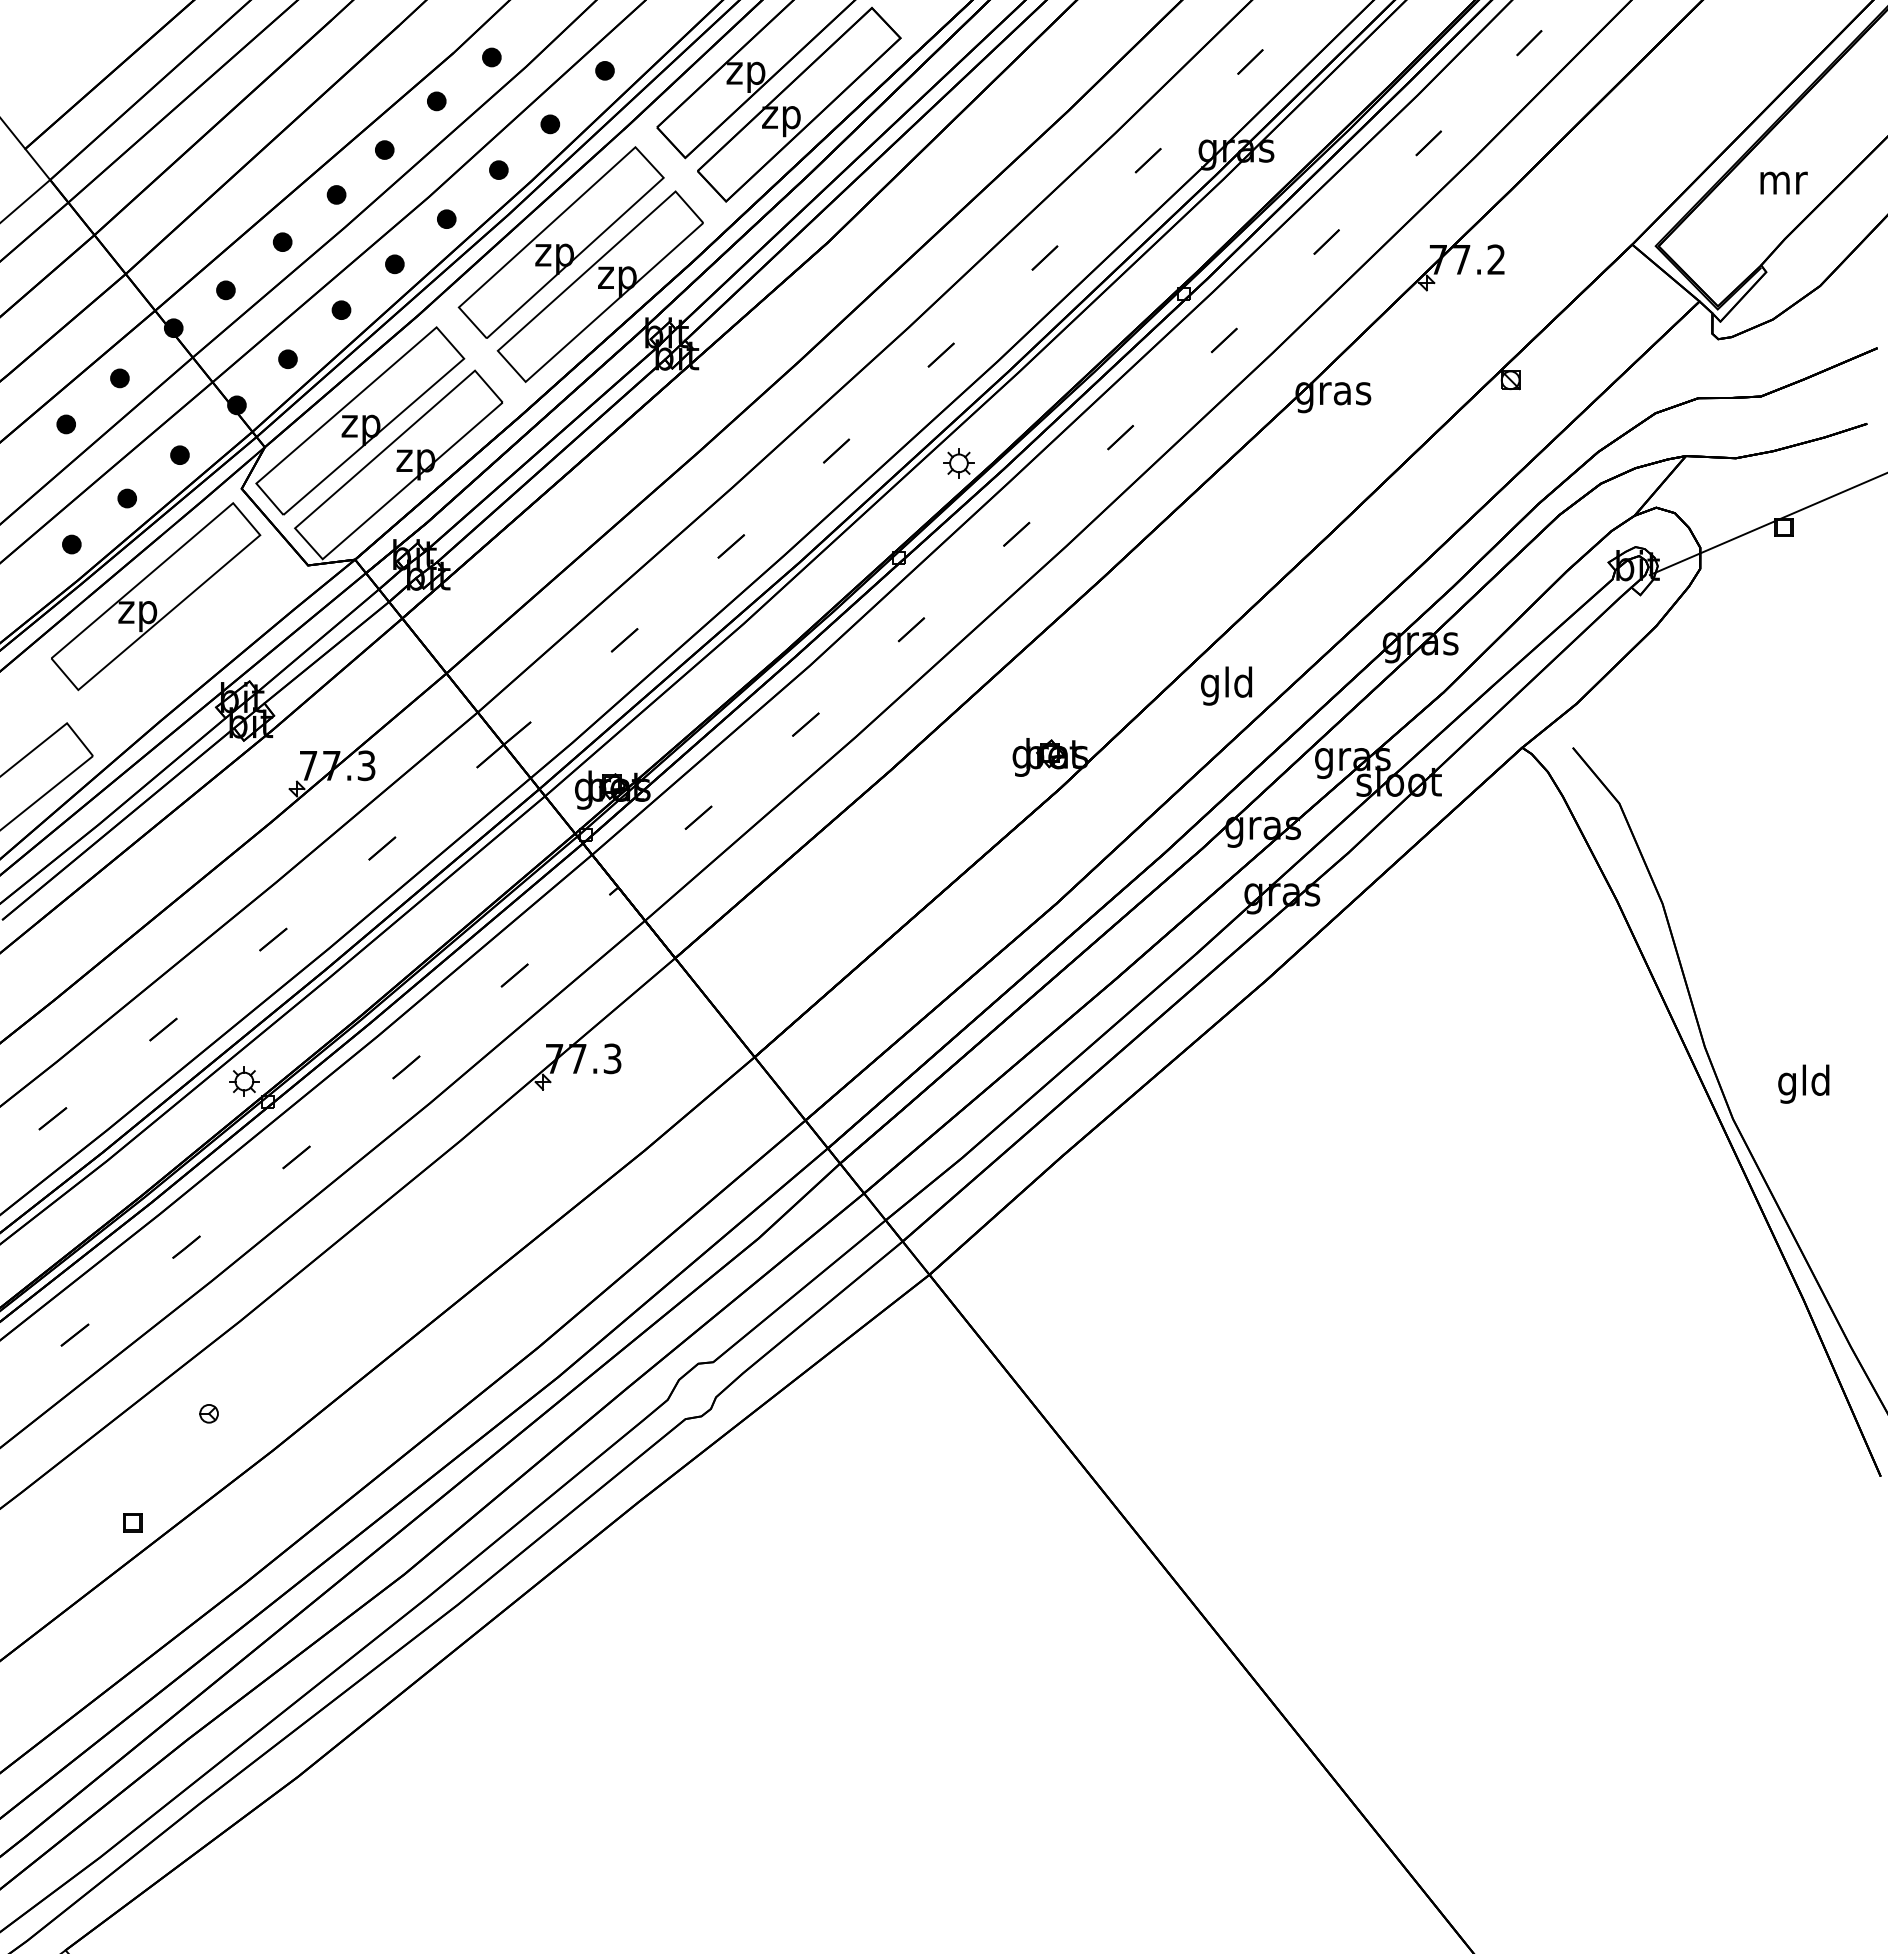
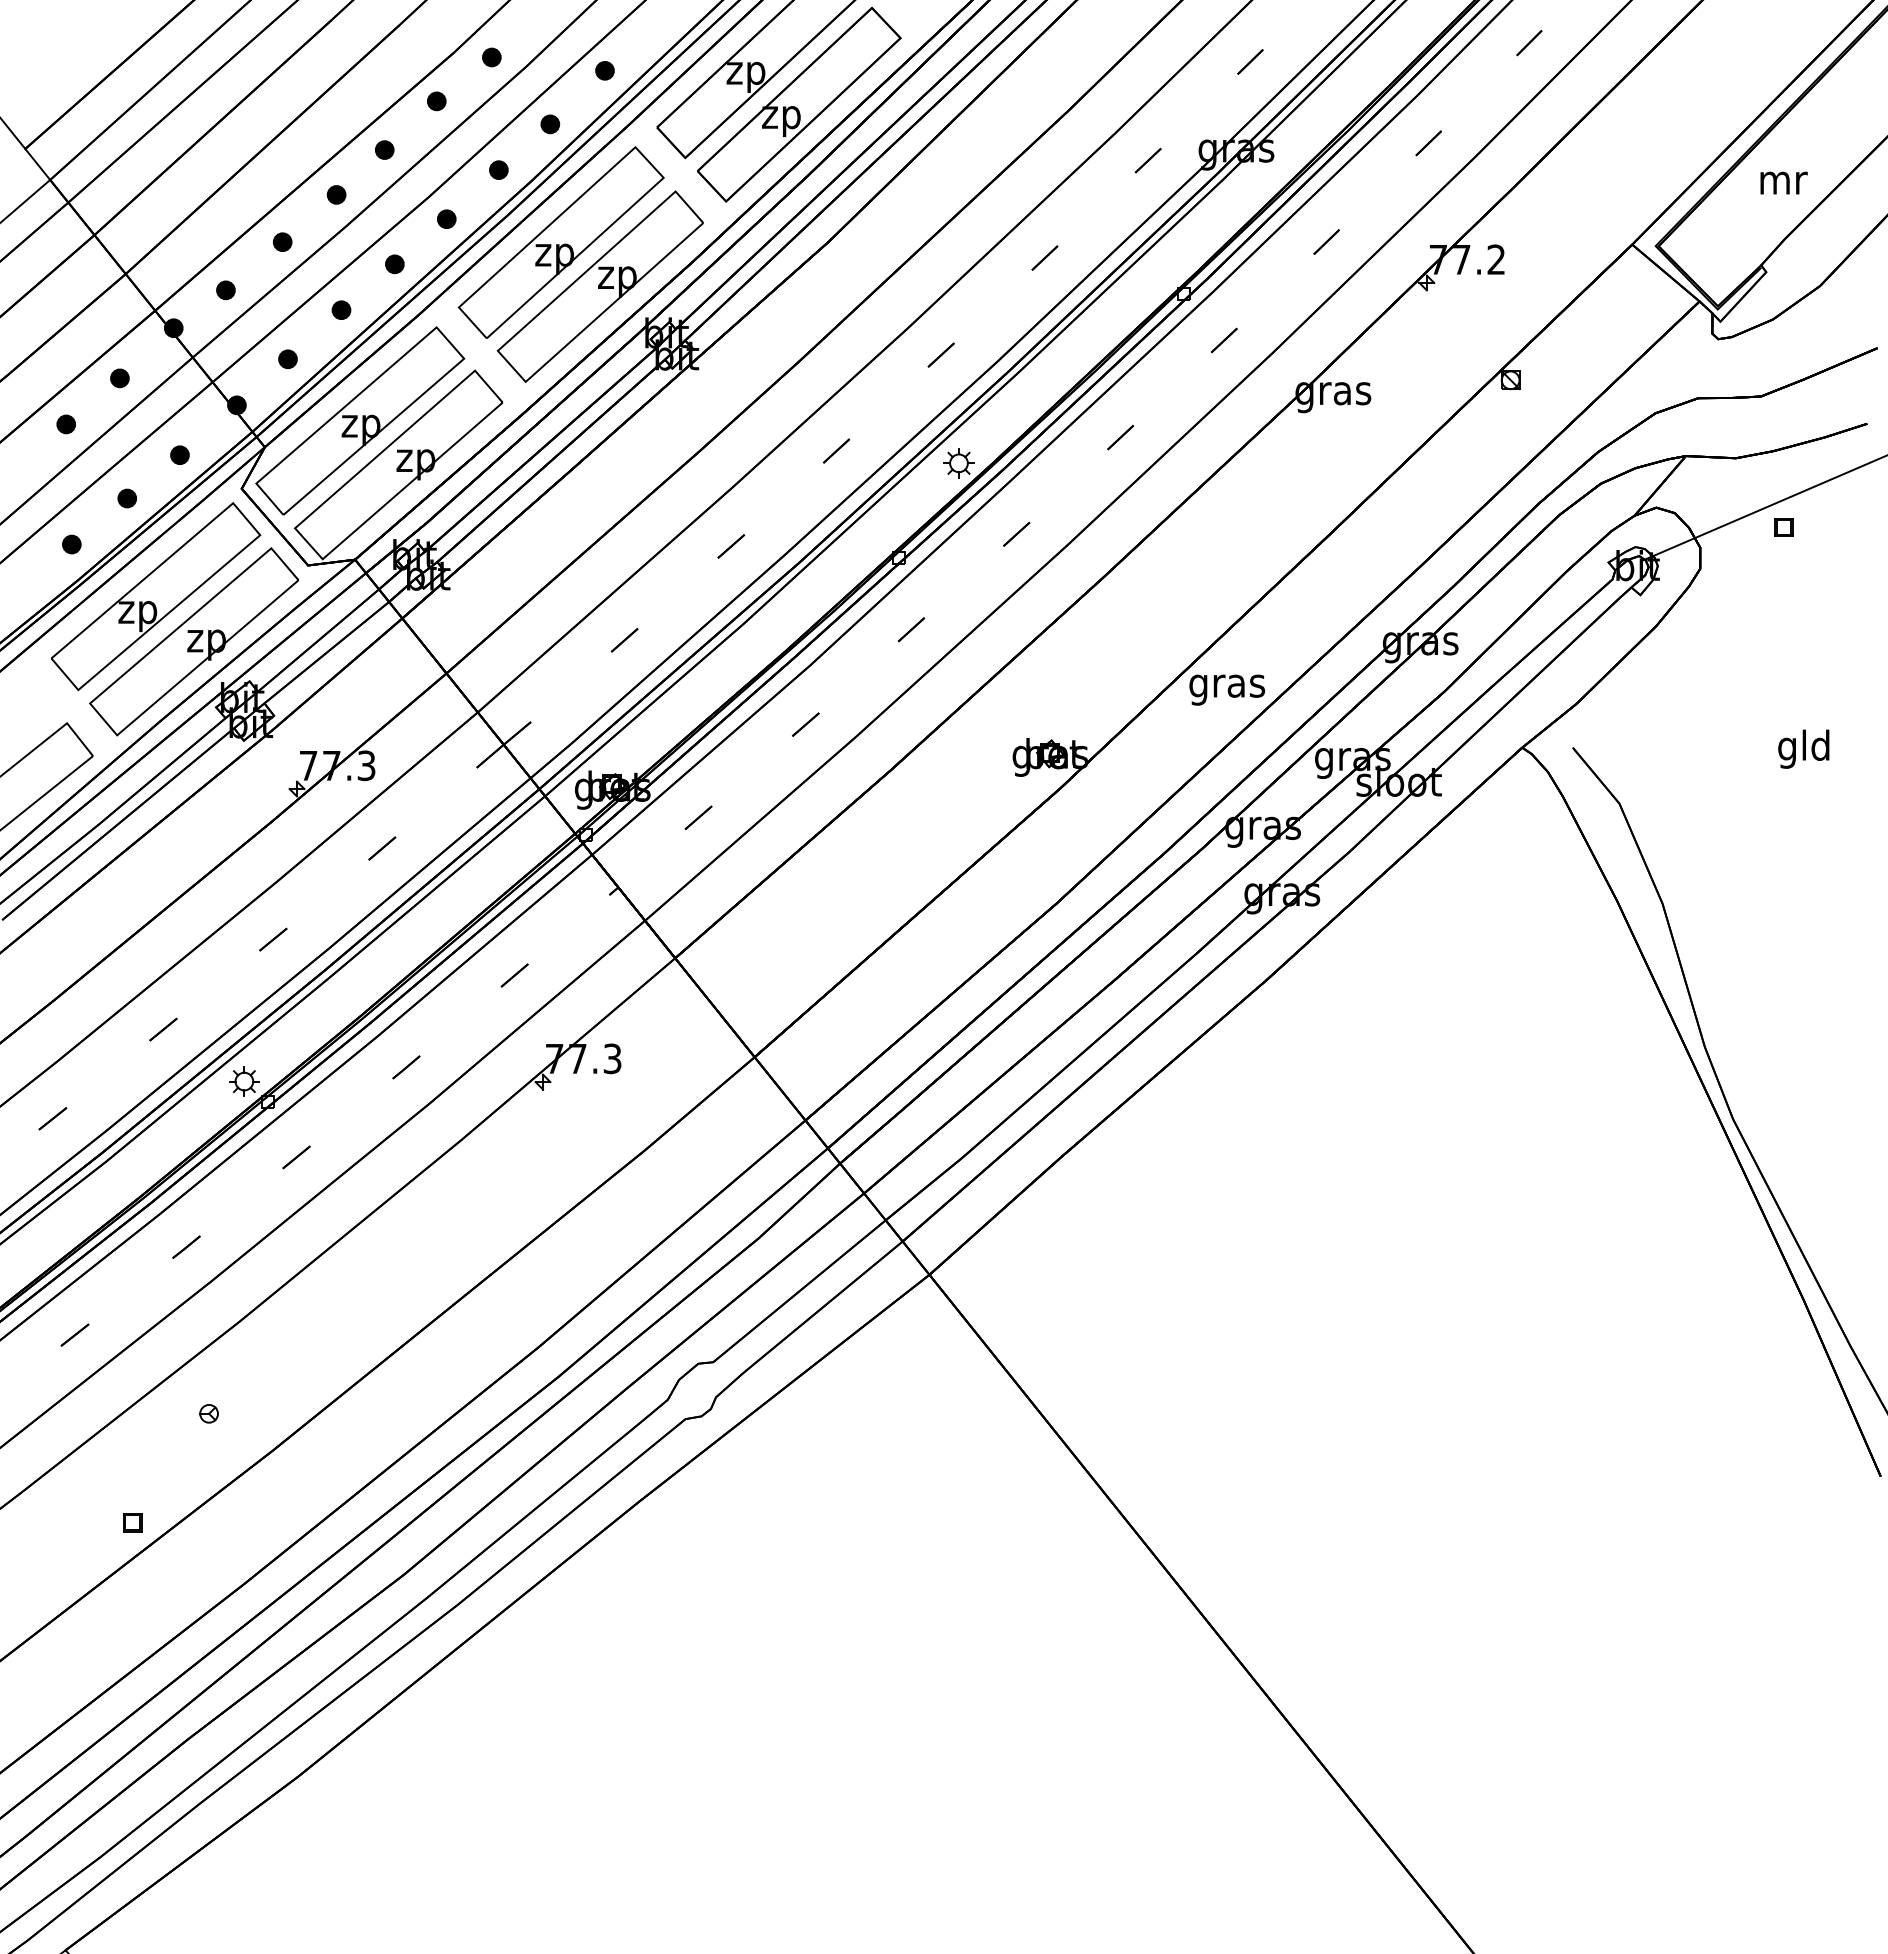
line at (1766, 524) position: (1766, 524) -> (1763, 508)
part at (193, 641): none -> present
text at (1227, 685): gld -> gras
text at (1803, 1083) position: (1803, 1083) -> (1803, 748)
